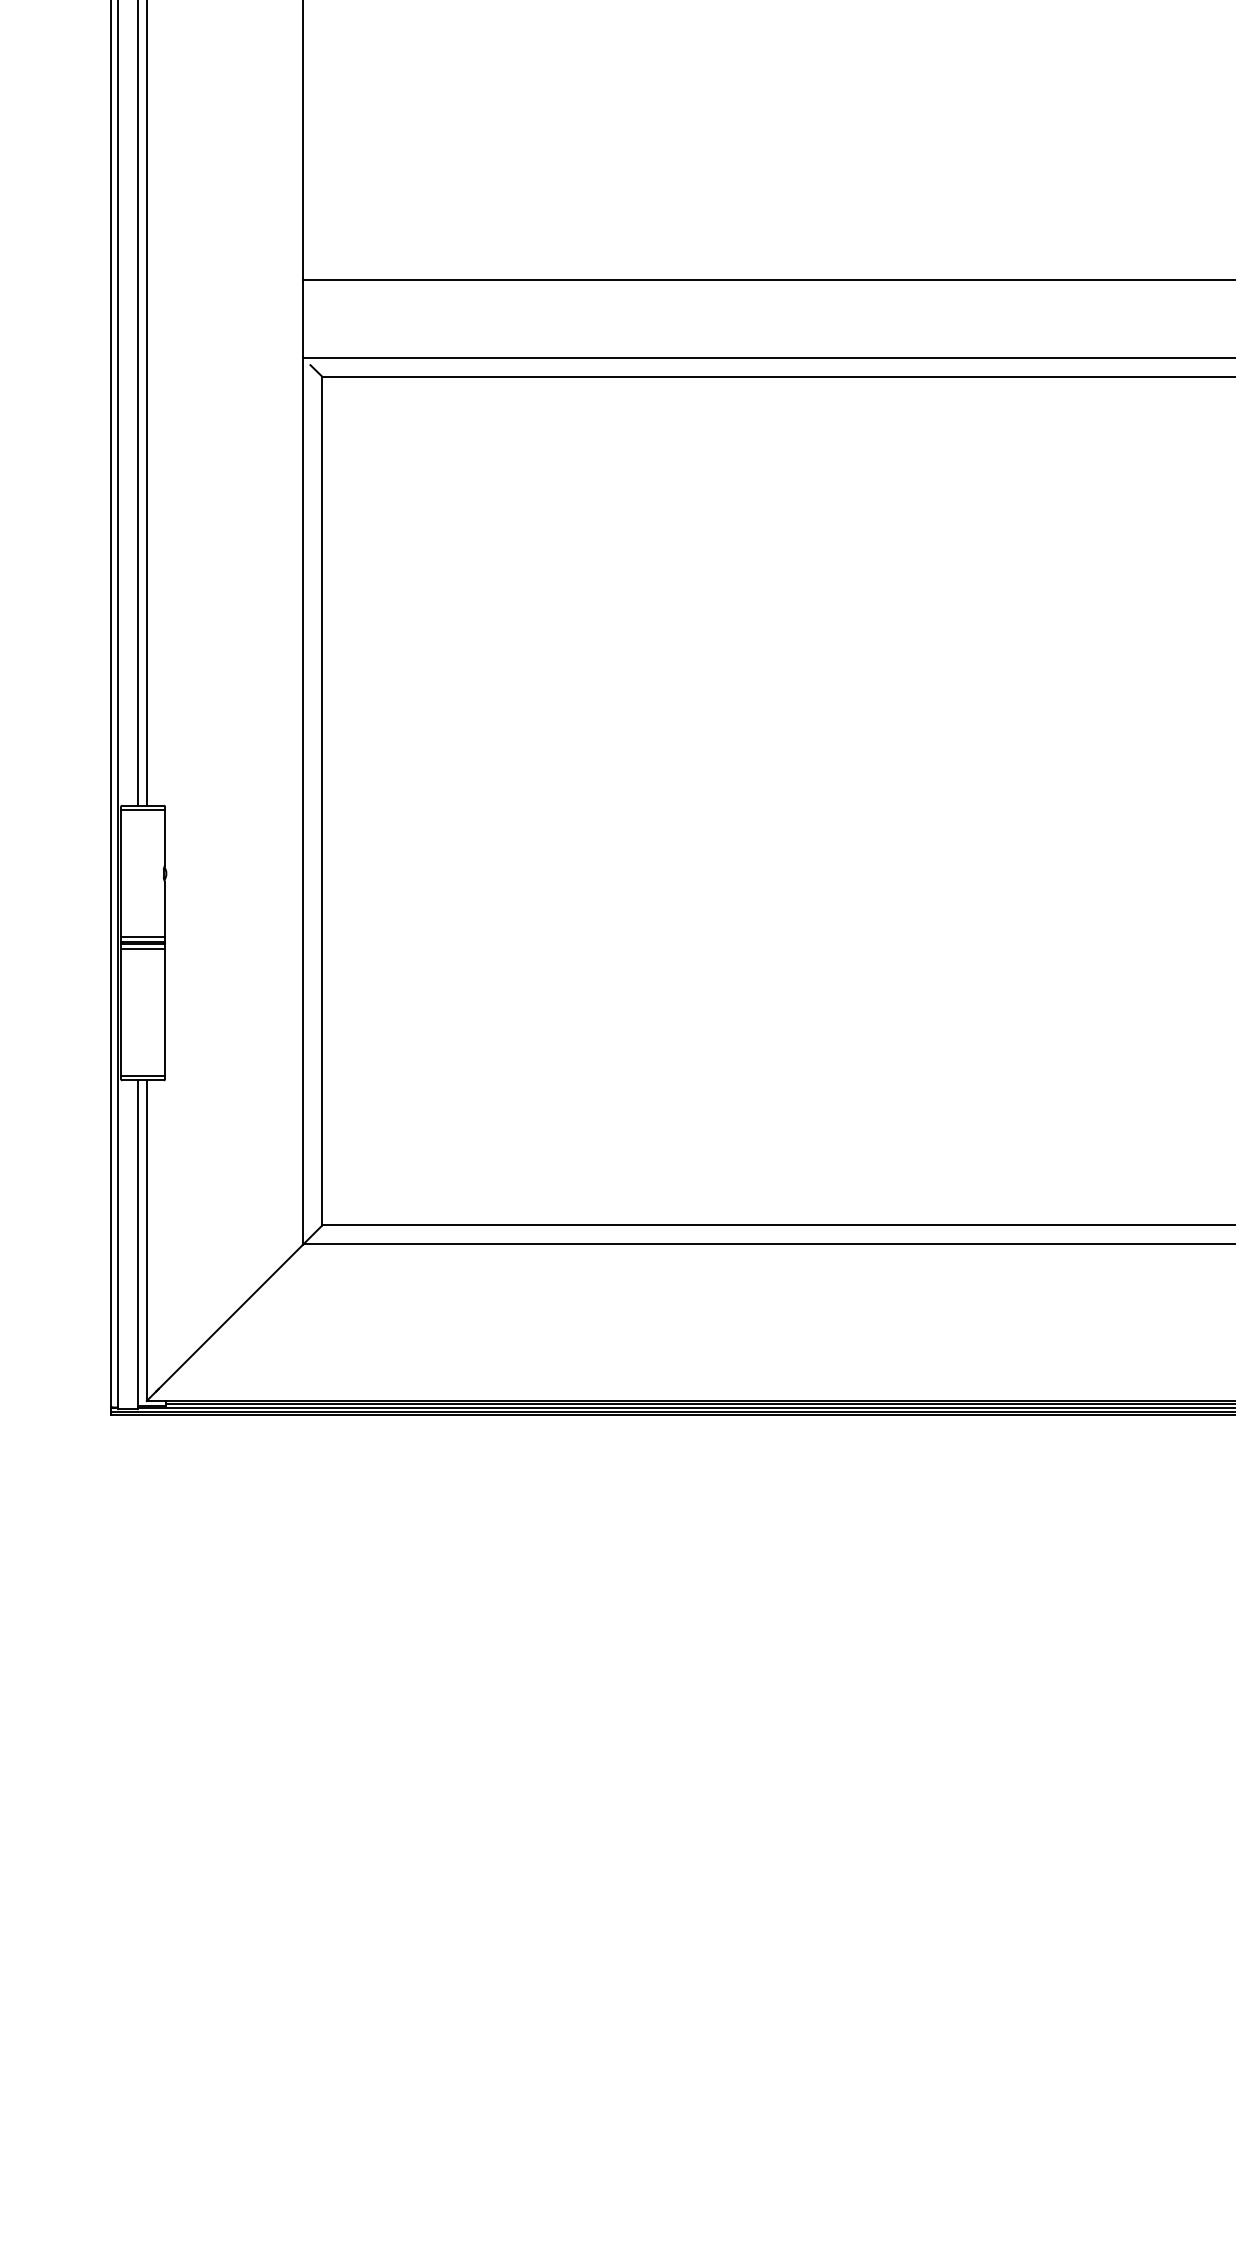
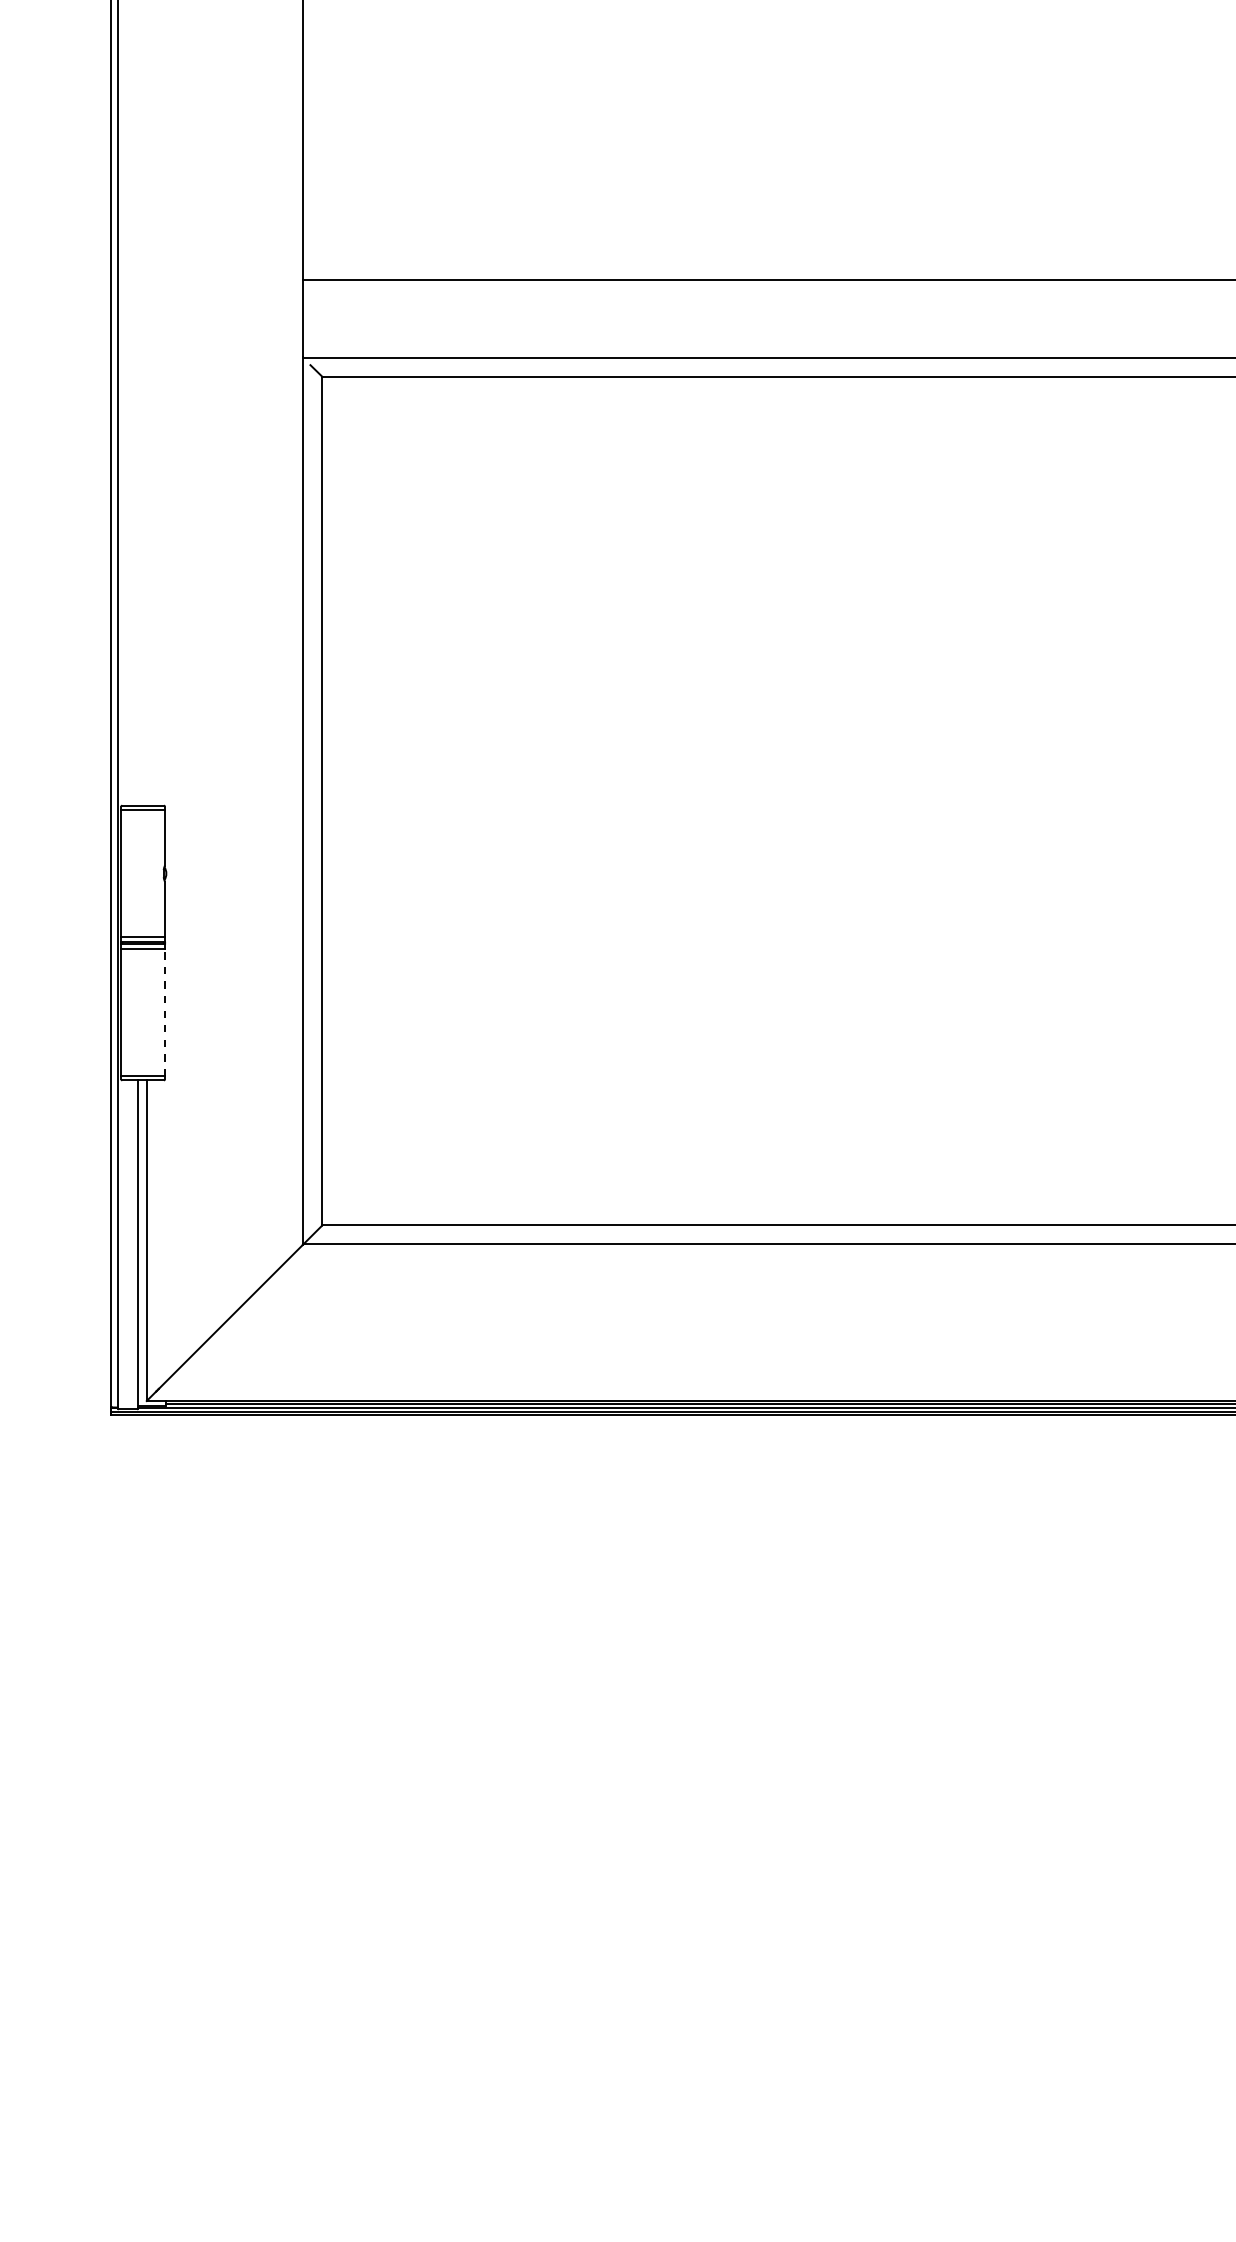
line at (138, 403): present -> none
line at (146, 403): present -> none
line at (164, 1012): solid -> dashed
